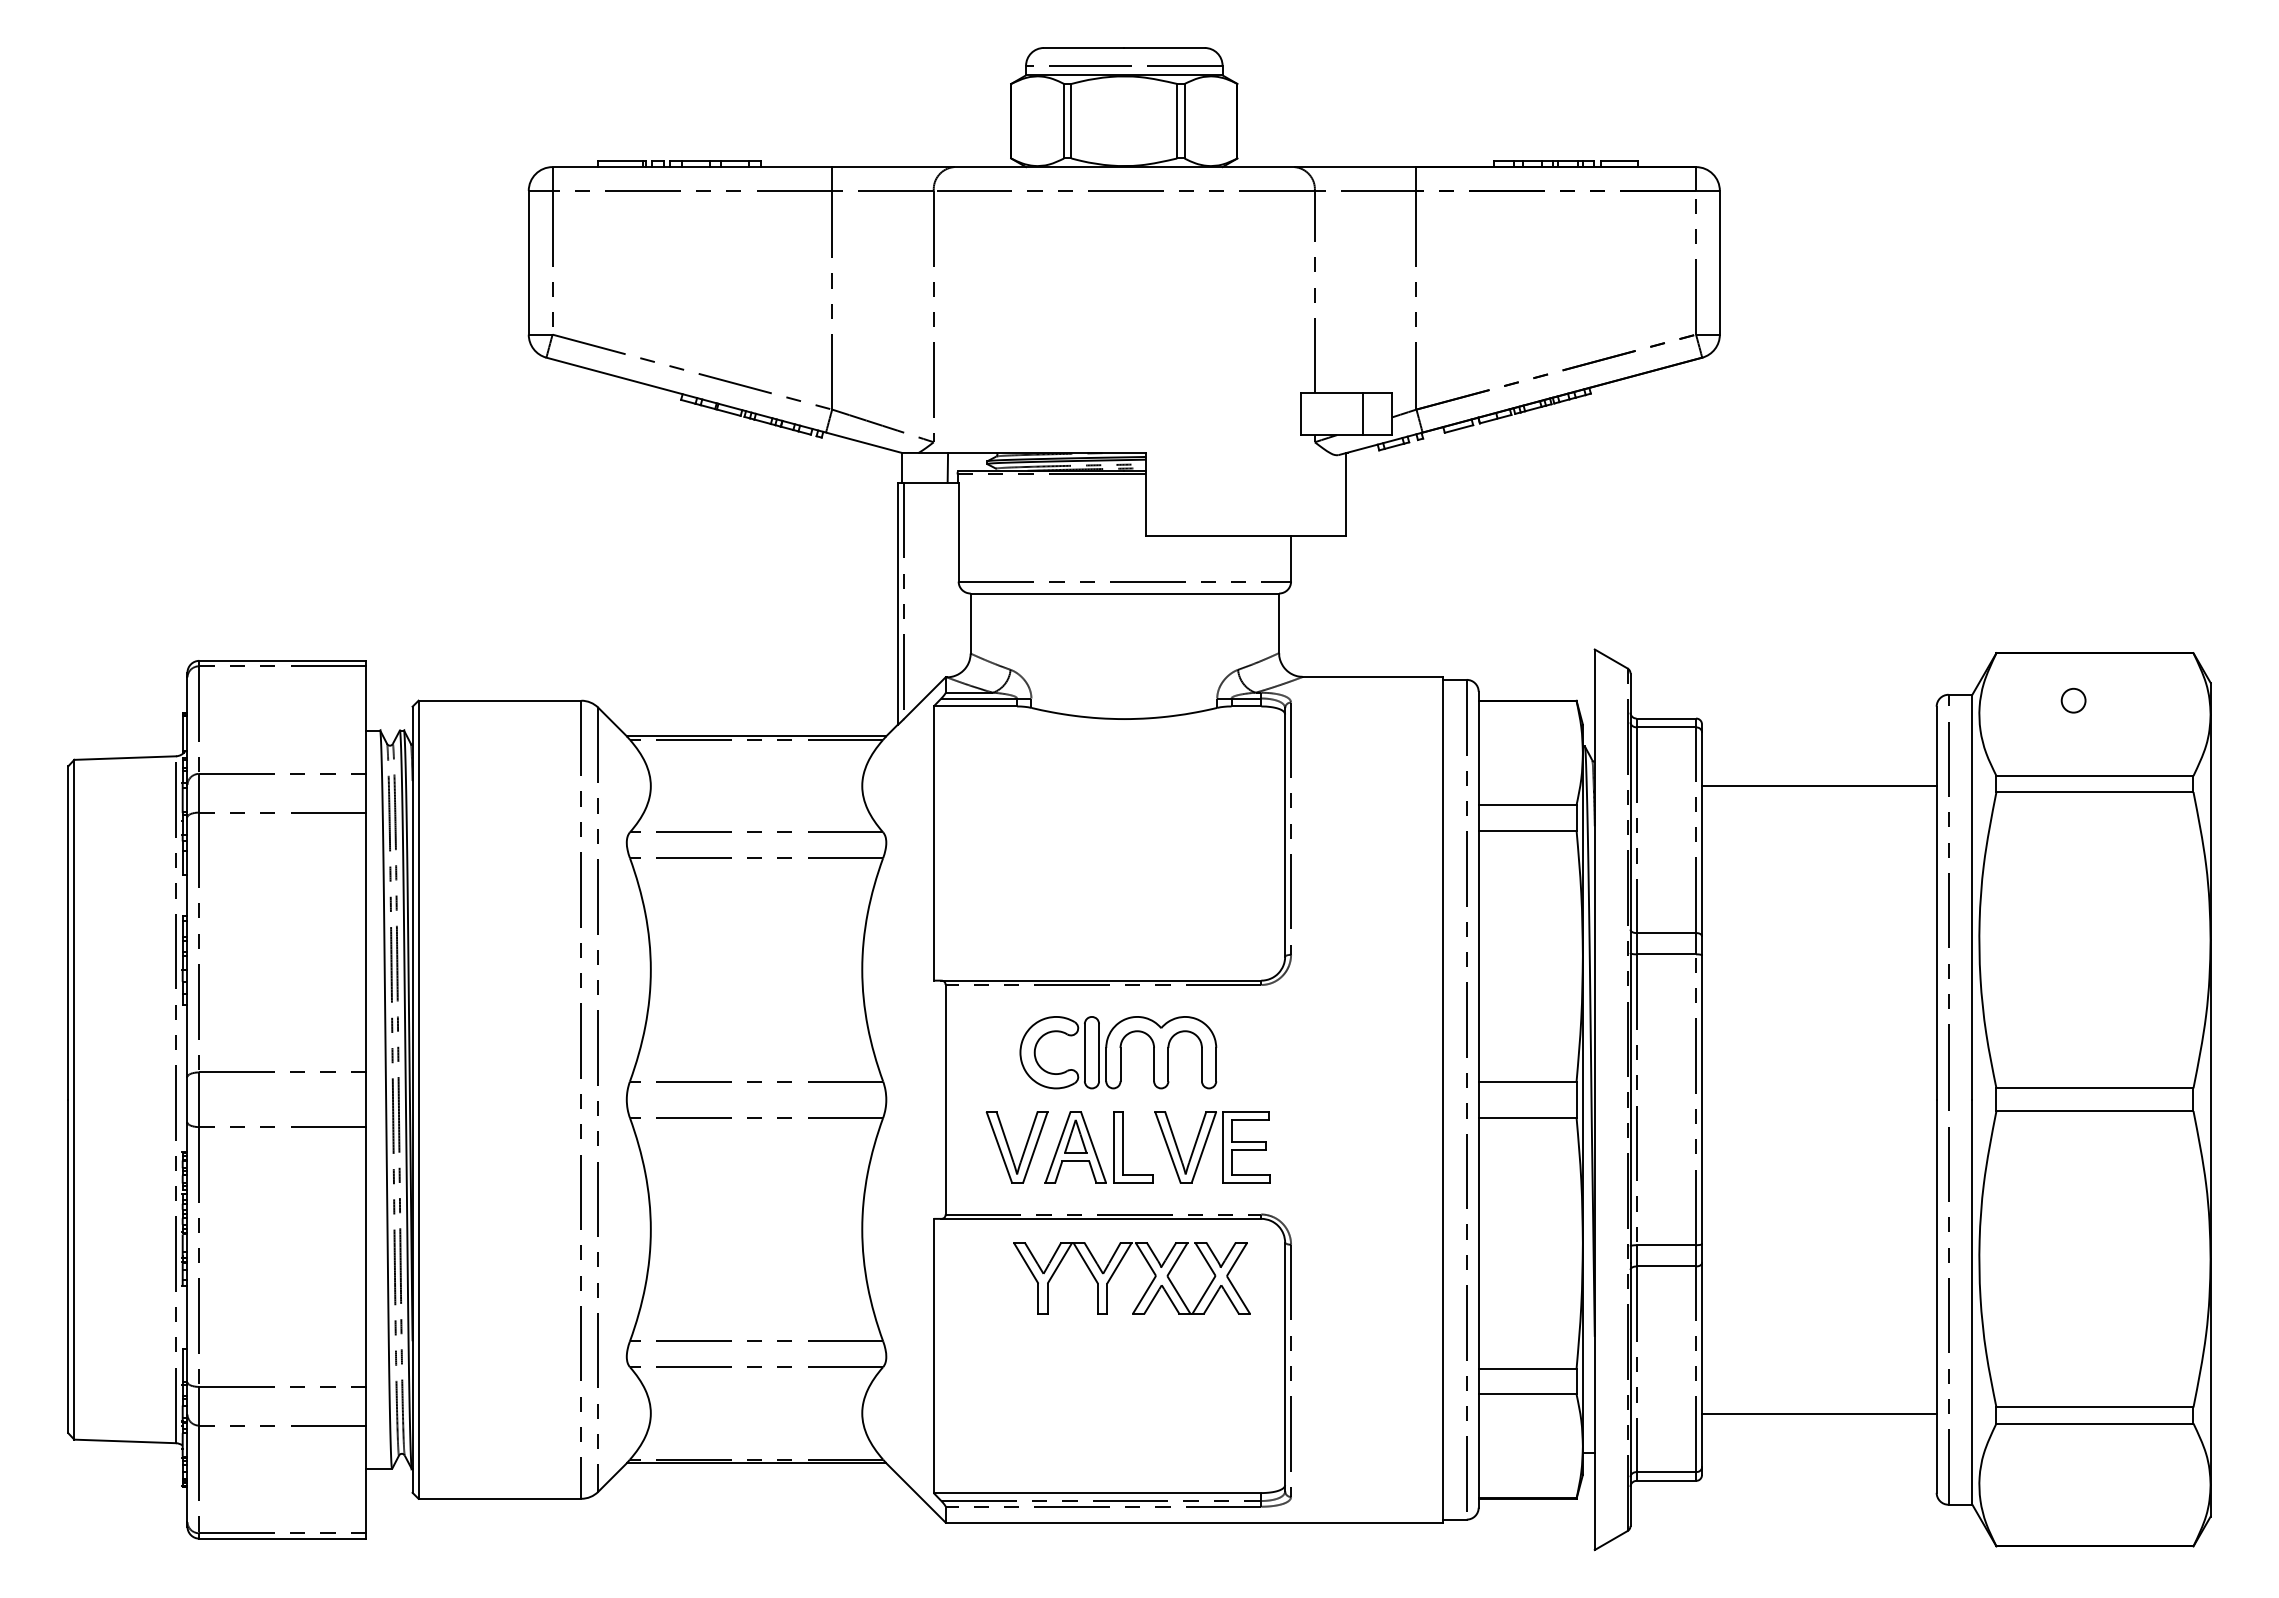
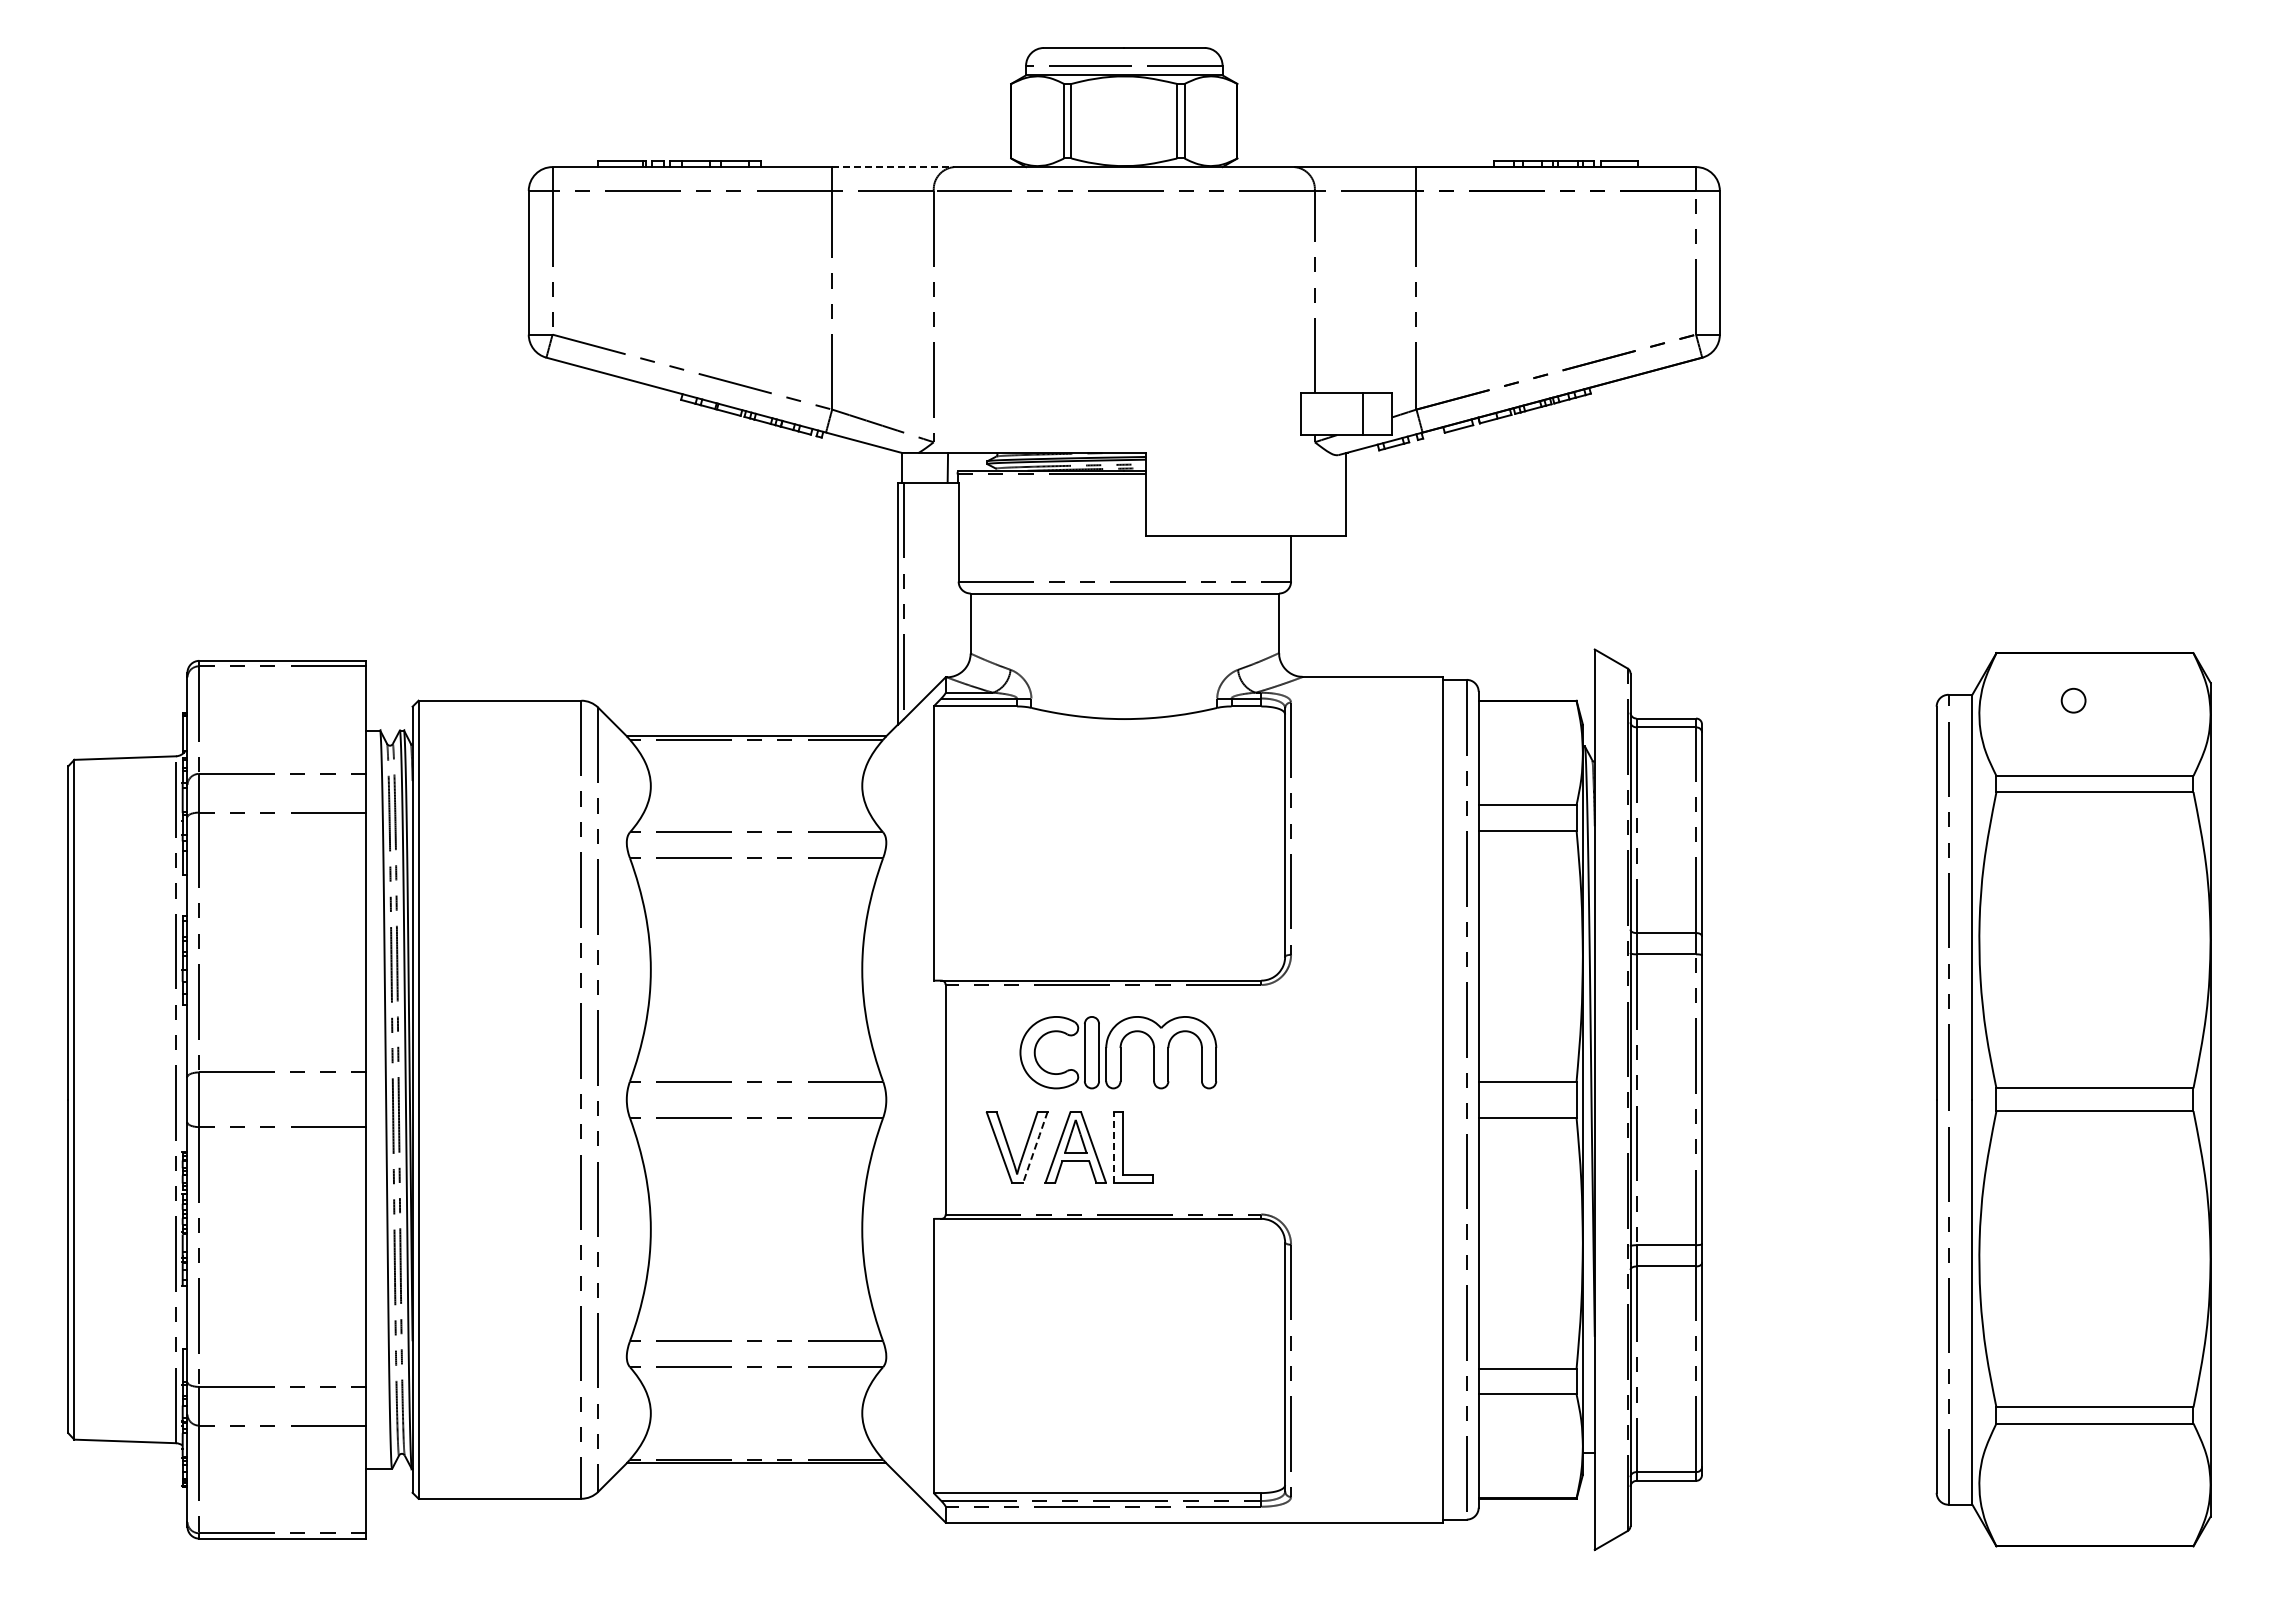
line at (893, 167): solid -> dashed
line at (1819, 785): present -> none
part at (1205, 1146): present -> none
line at (1035, 1147): solid -> dashed
line at (1113, 1147): solid -> dashed
part at (1116, 1270): present -> none
line at (1819, 1413): present -> none
